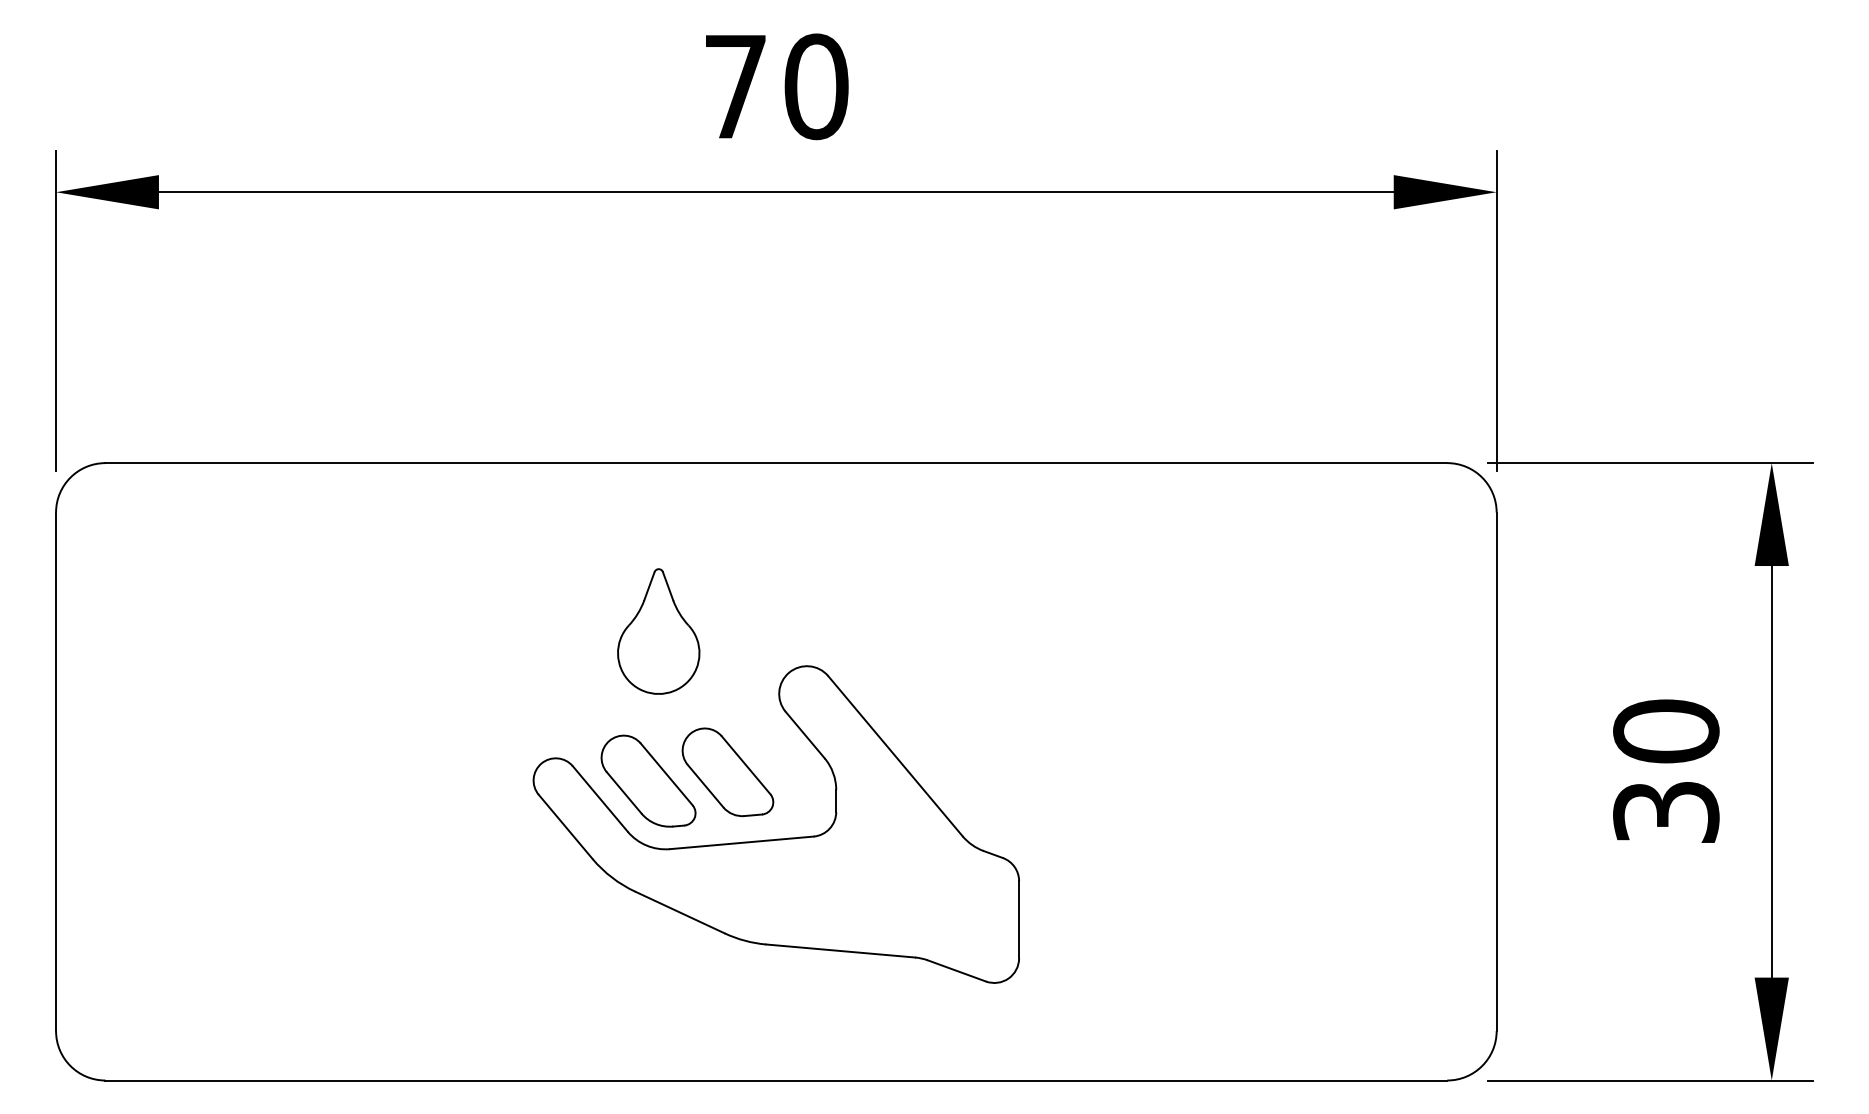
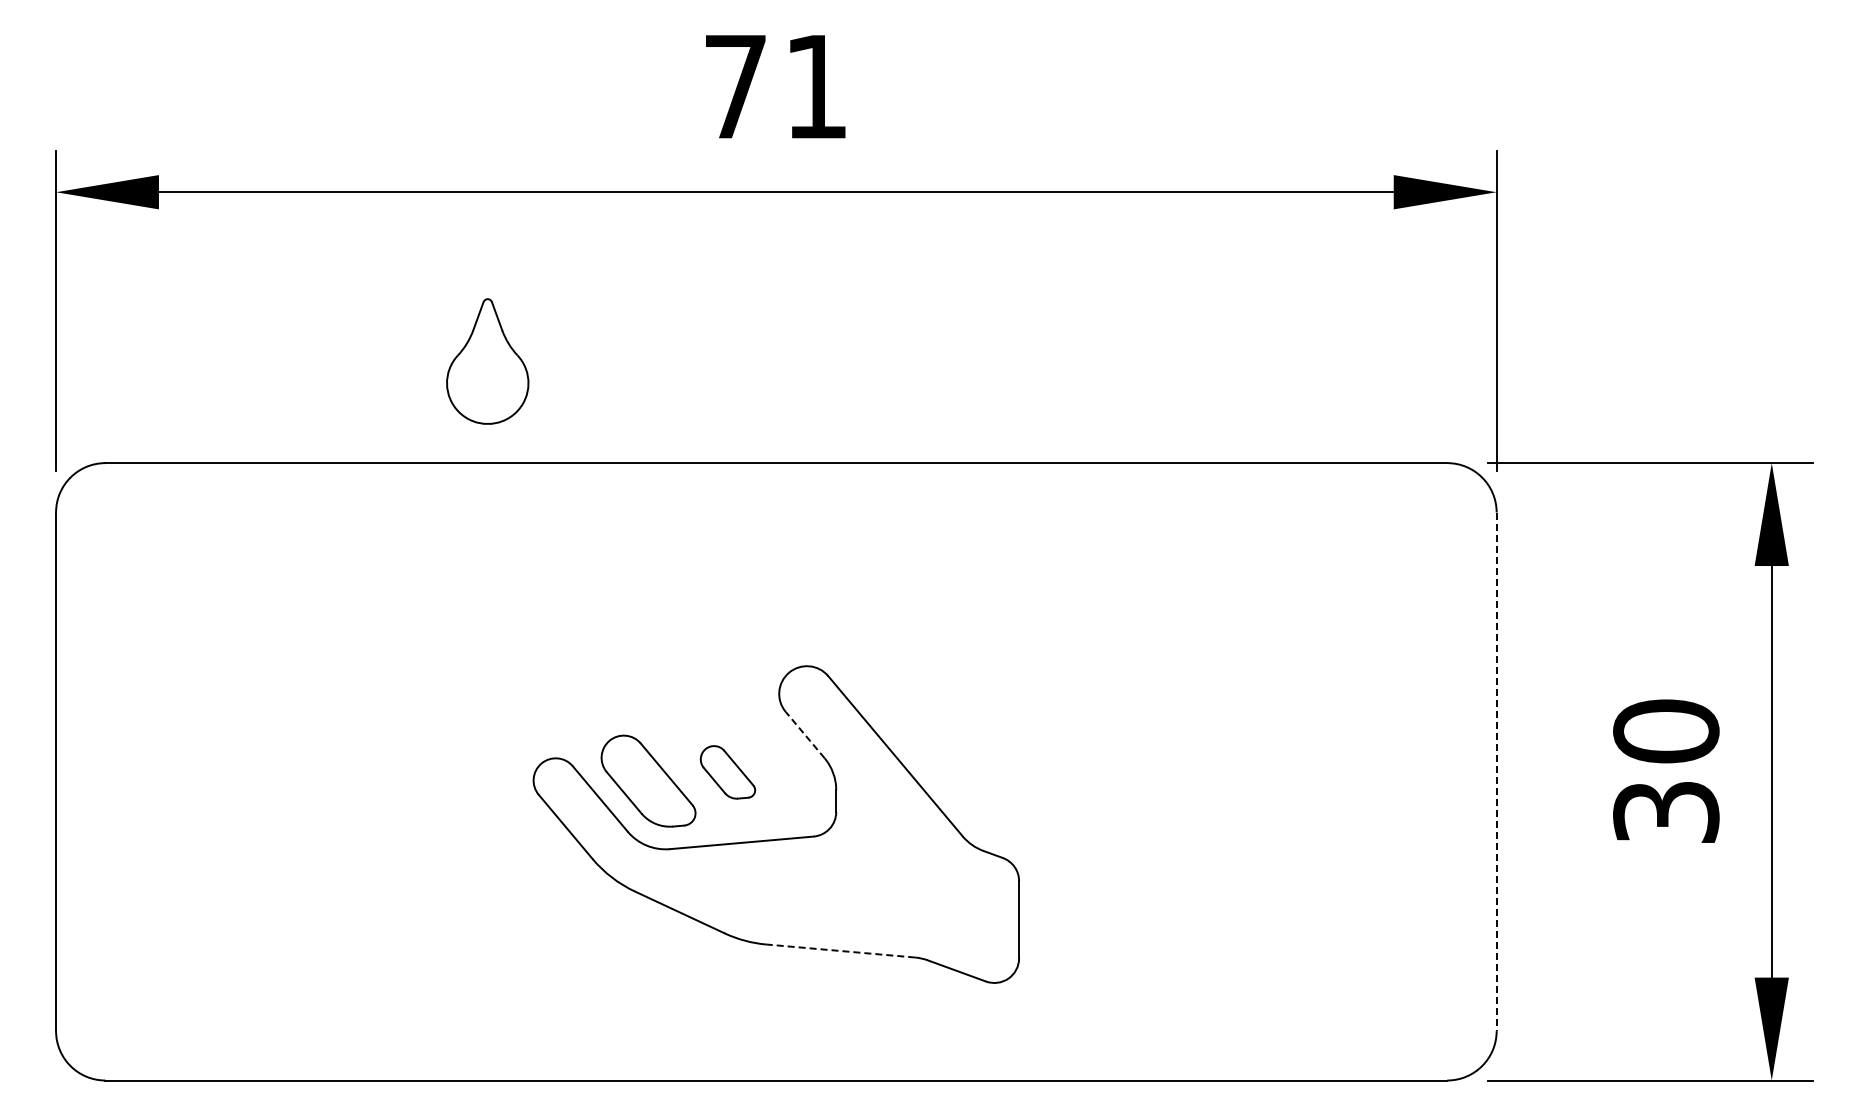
text at (816, 86): 70 -> 71
part at (658, 631) position: (658, 631) -> (487, 361)
line at (804, 734): solid -> dashed
part at (727, 772) size: 94x91 px -> 58x55 px
line at (1496, 772): solid -> dashed
line at (840, 951): solid -> dashed
